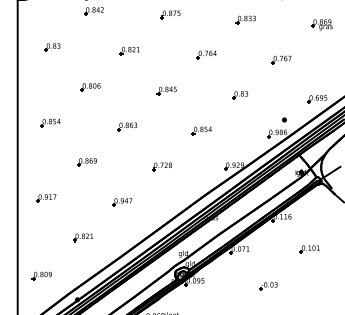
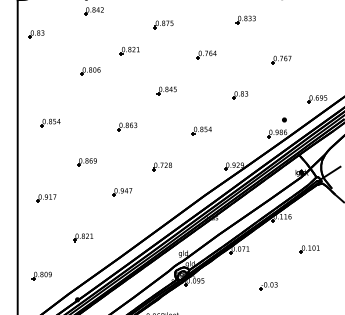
part at (170, 14) position: (170, 14) -> (163, 24)
part at (321, 24): present -> none
part at (52, 47) position: (52, 47) -> (36, 34)
part at (90, 87) position: (90, 87) -> (90, 71)
part at (122, 202) position: (122, 202) -> (122, 192)
